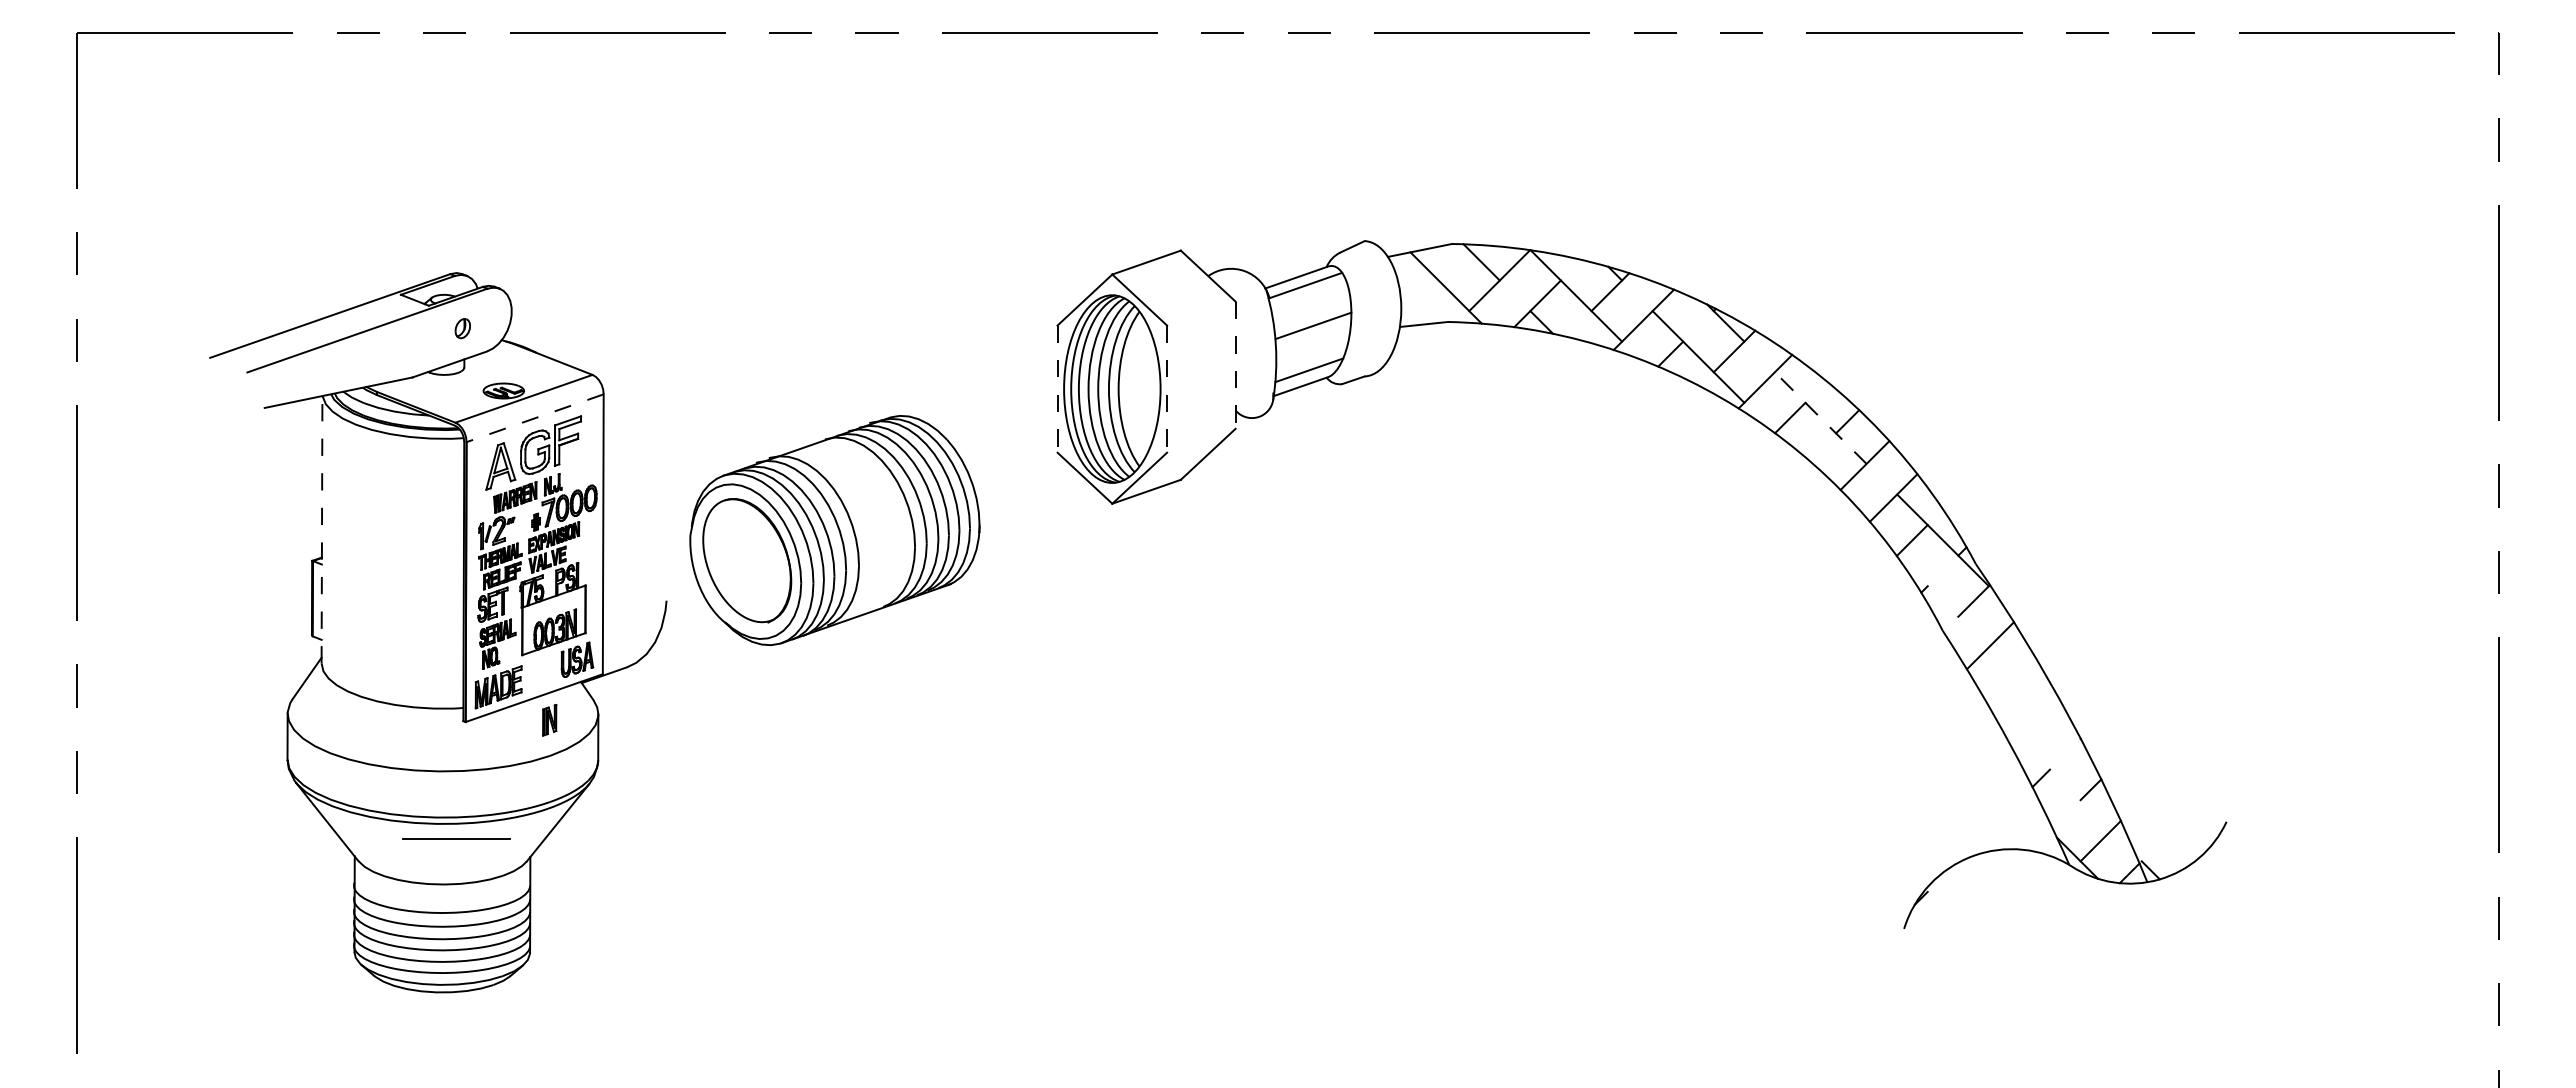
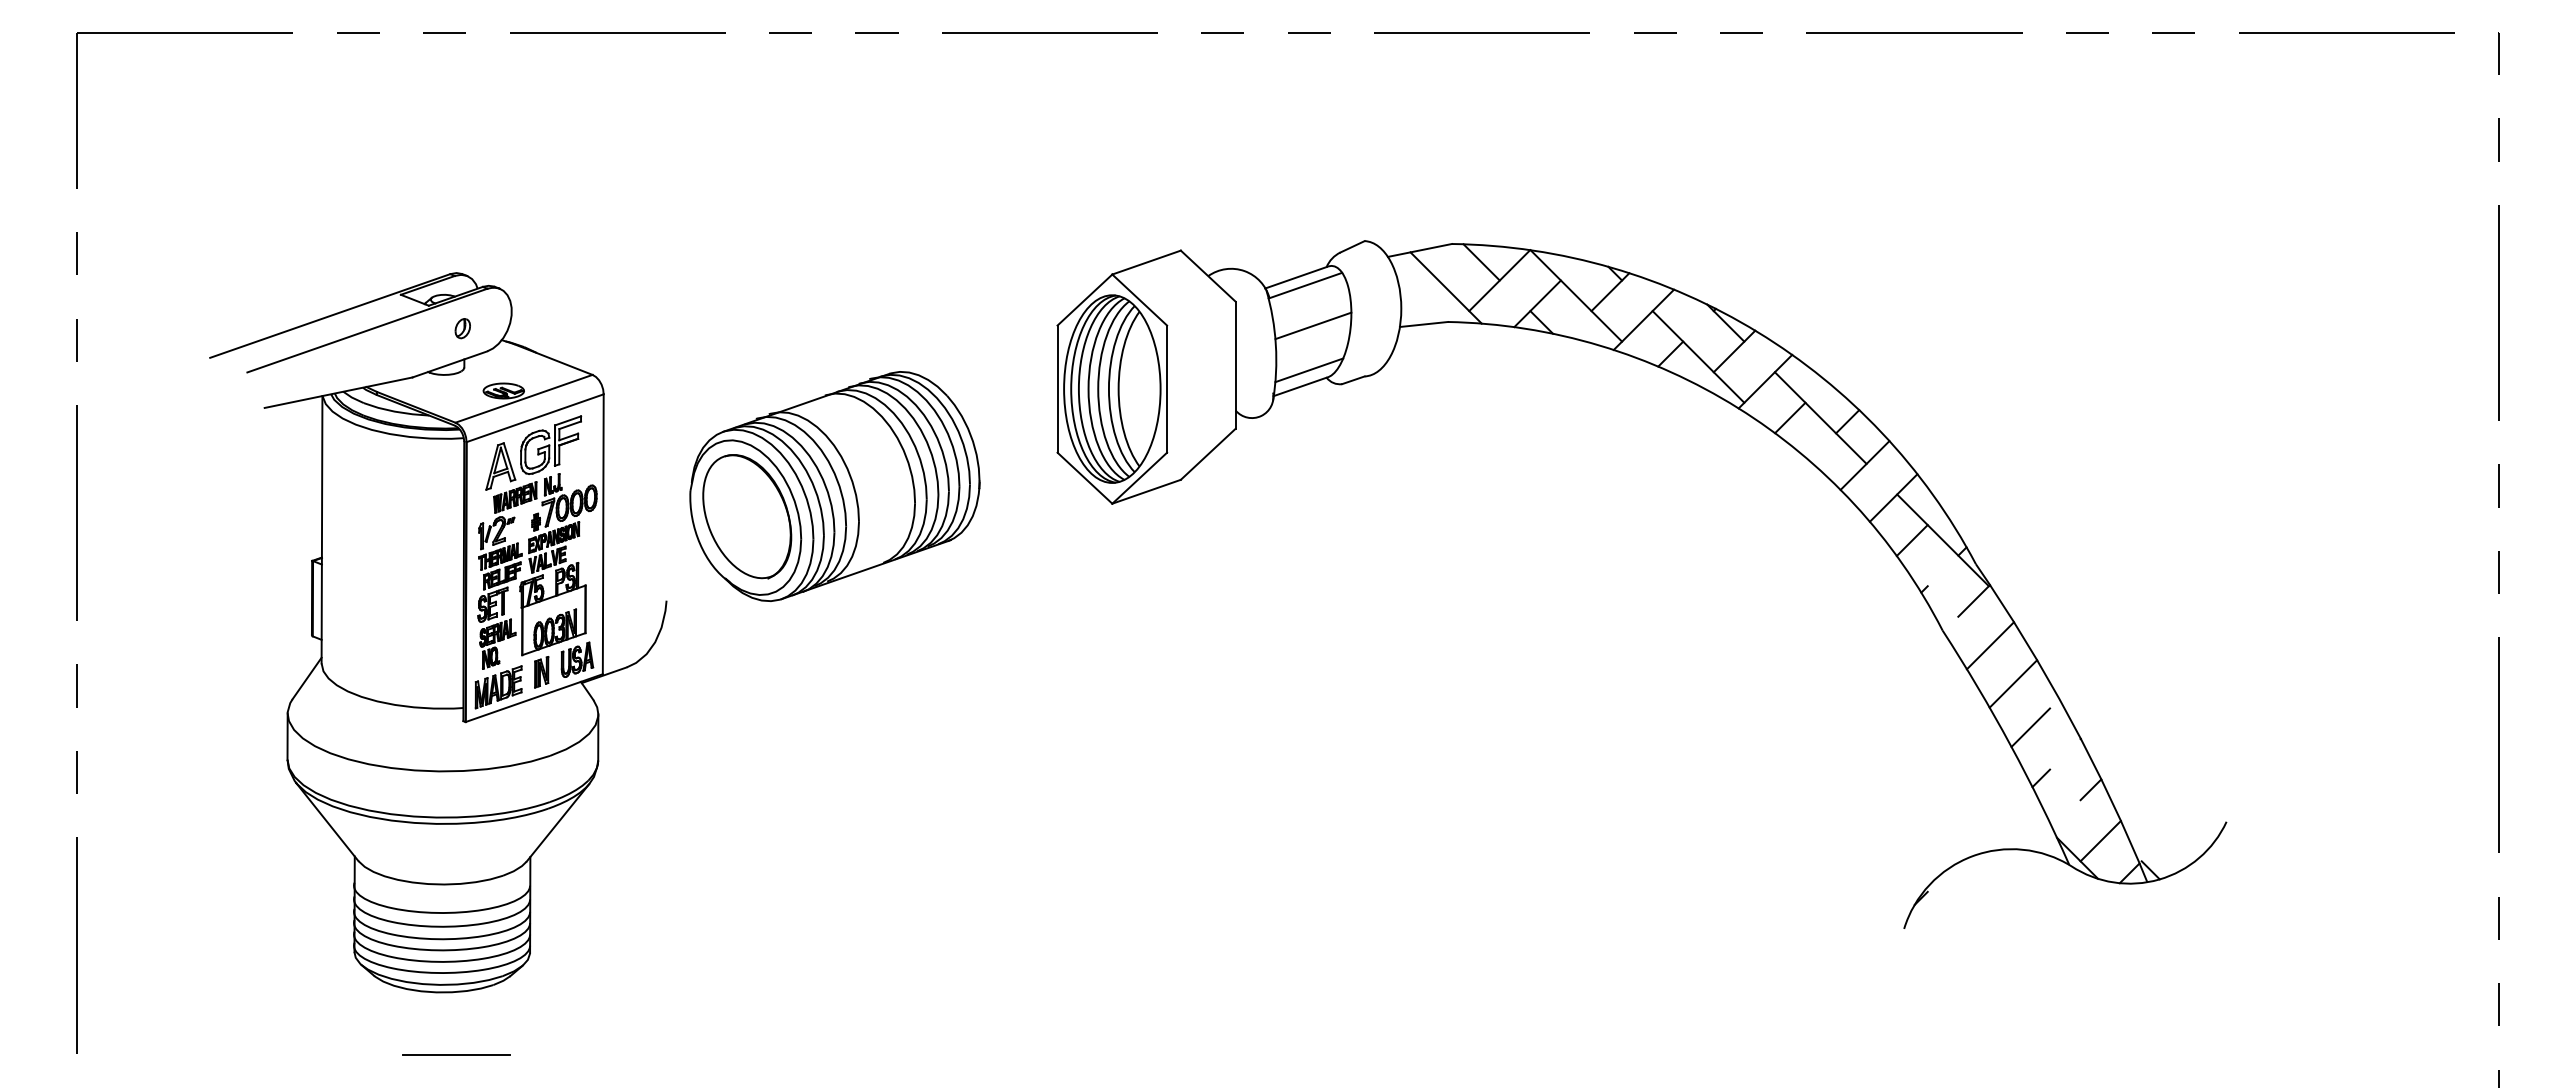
line at (1235, 365): dashed -> solid
line at (1057, 389): dashed -> solid
line at (1167, 389): dashed -> solid
line at (535, 418): dashed -> solid
line at (1820, 418): dashed -> solid
line at (322, 529): dashed -> solid
part at (834, 530) position: (834, 530) -> (834, 486)
line at (2013, 683): none -> present
part at (549, 720) position: (549, 720) -> (541, 672)
line at (2030, 727): none -> present
line at (456, 838) position: (456, 838) -> (456, 1054)
